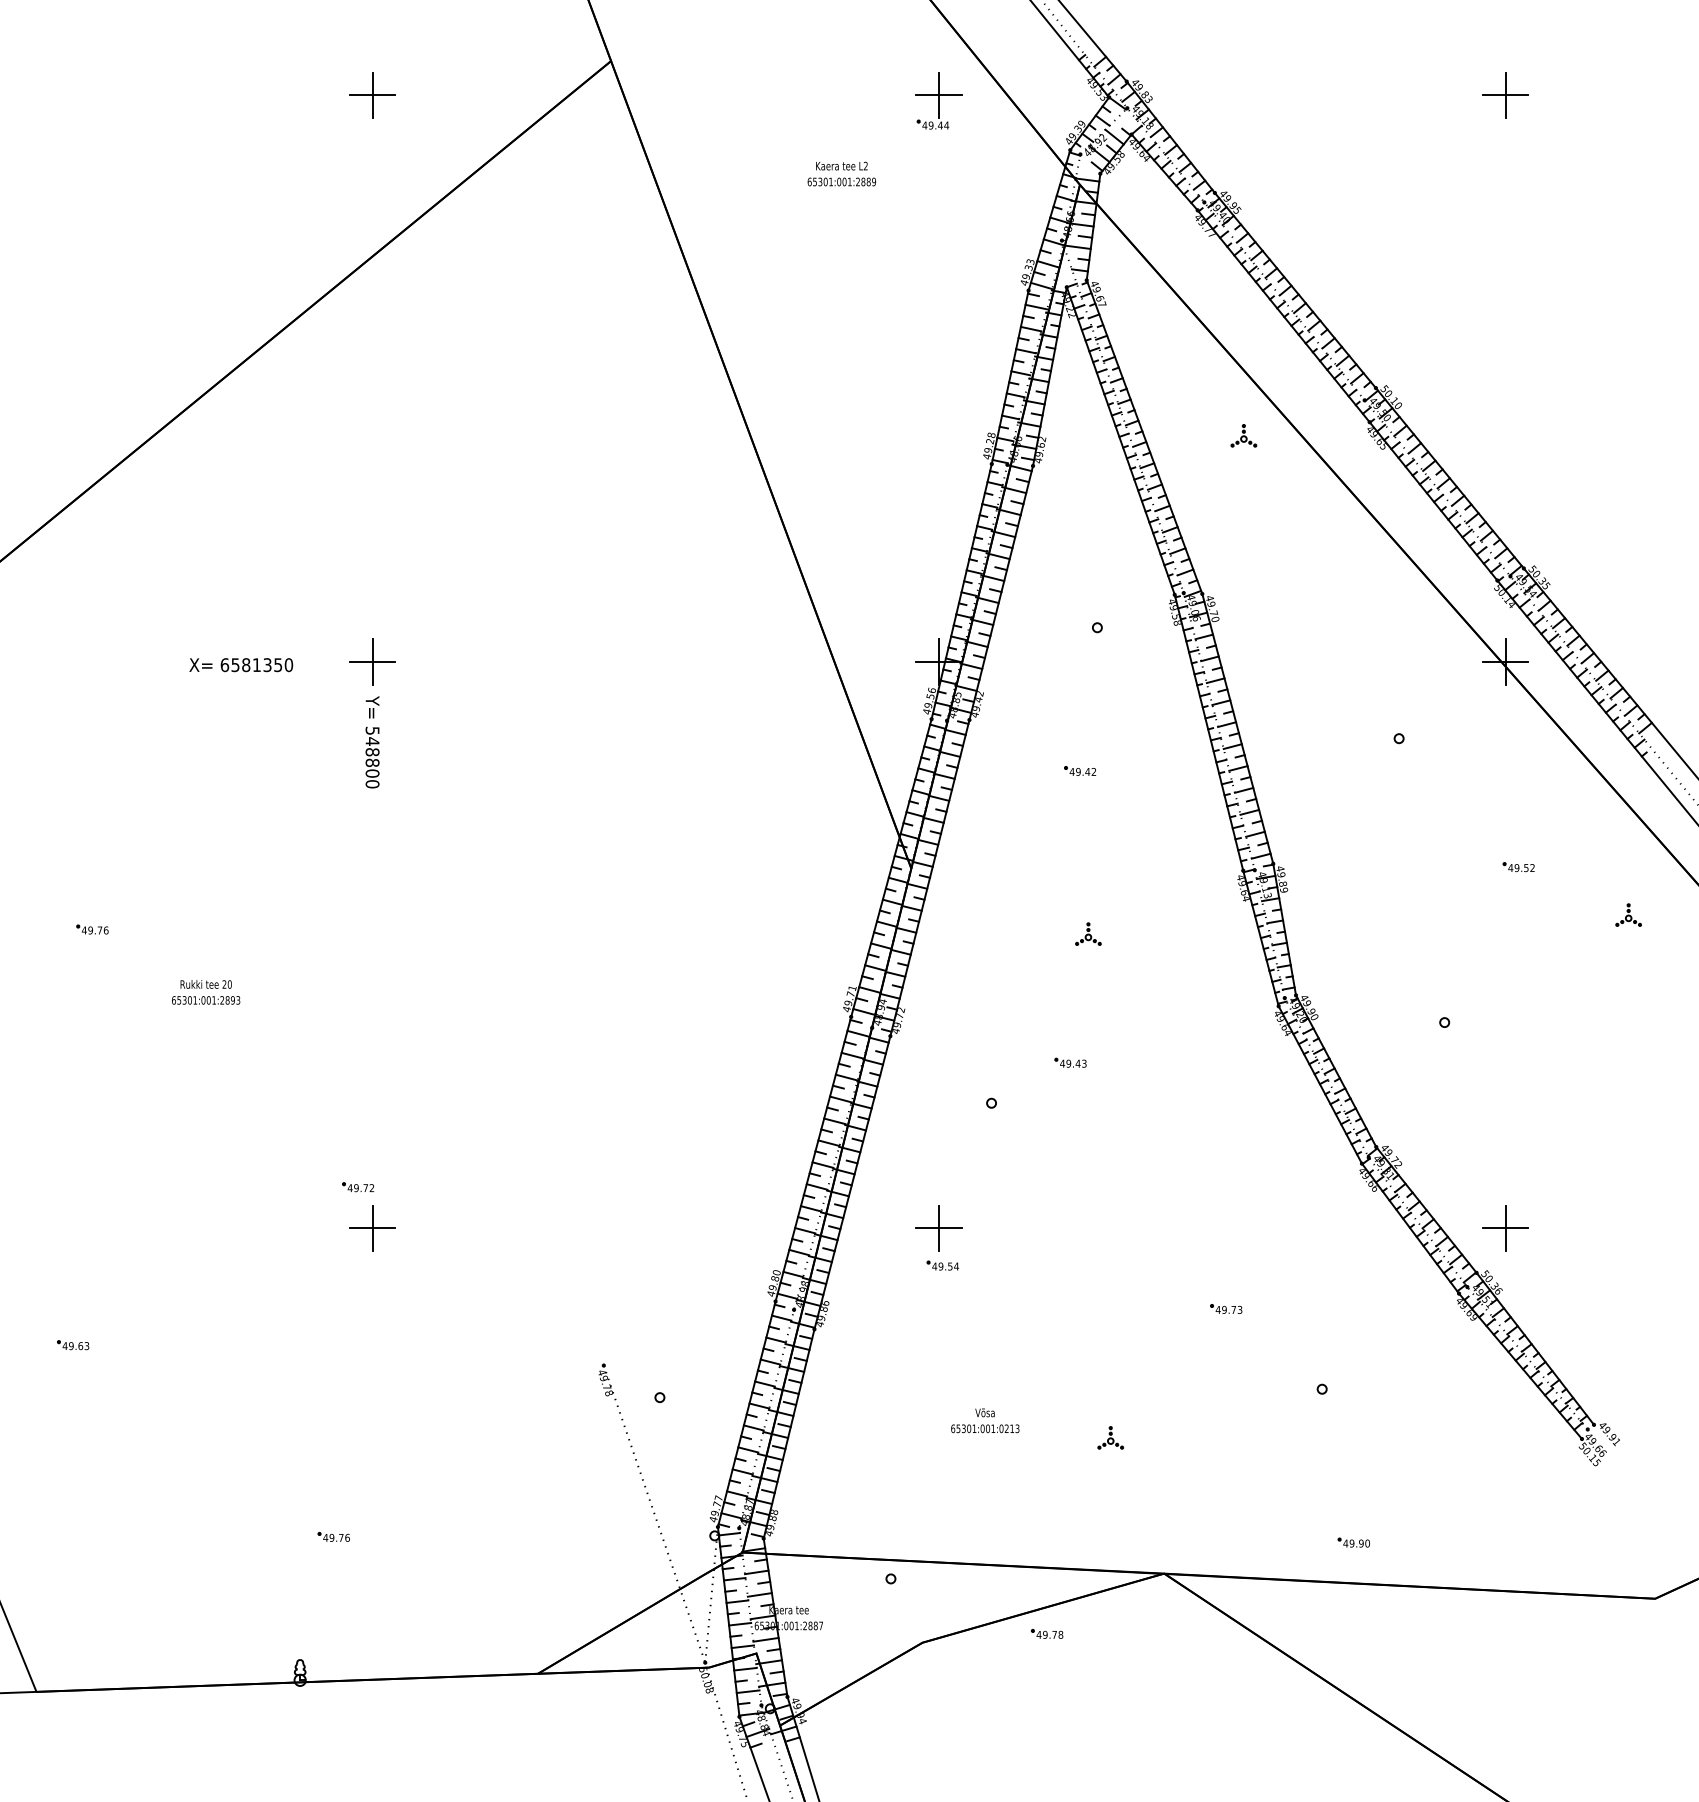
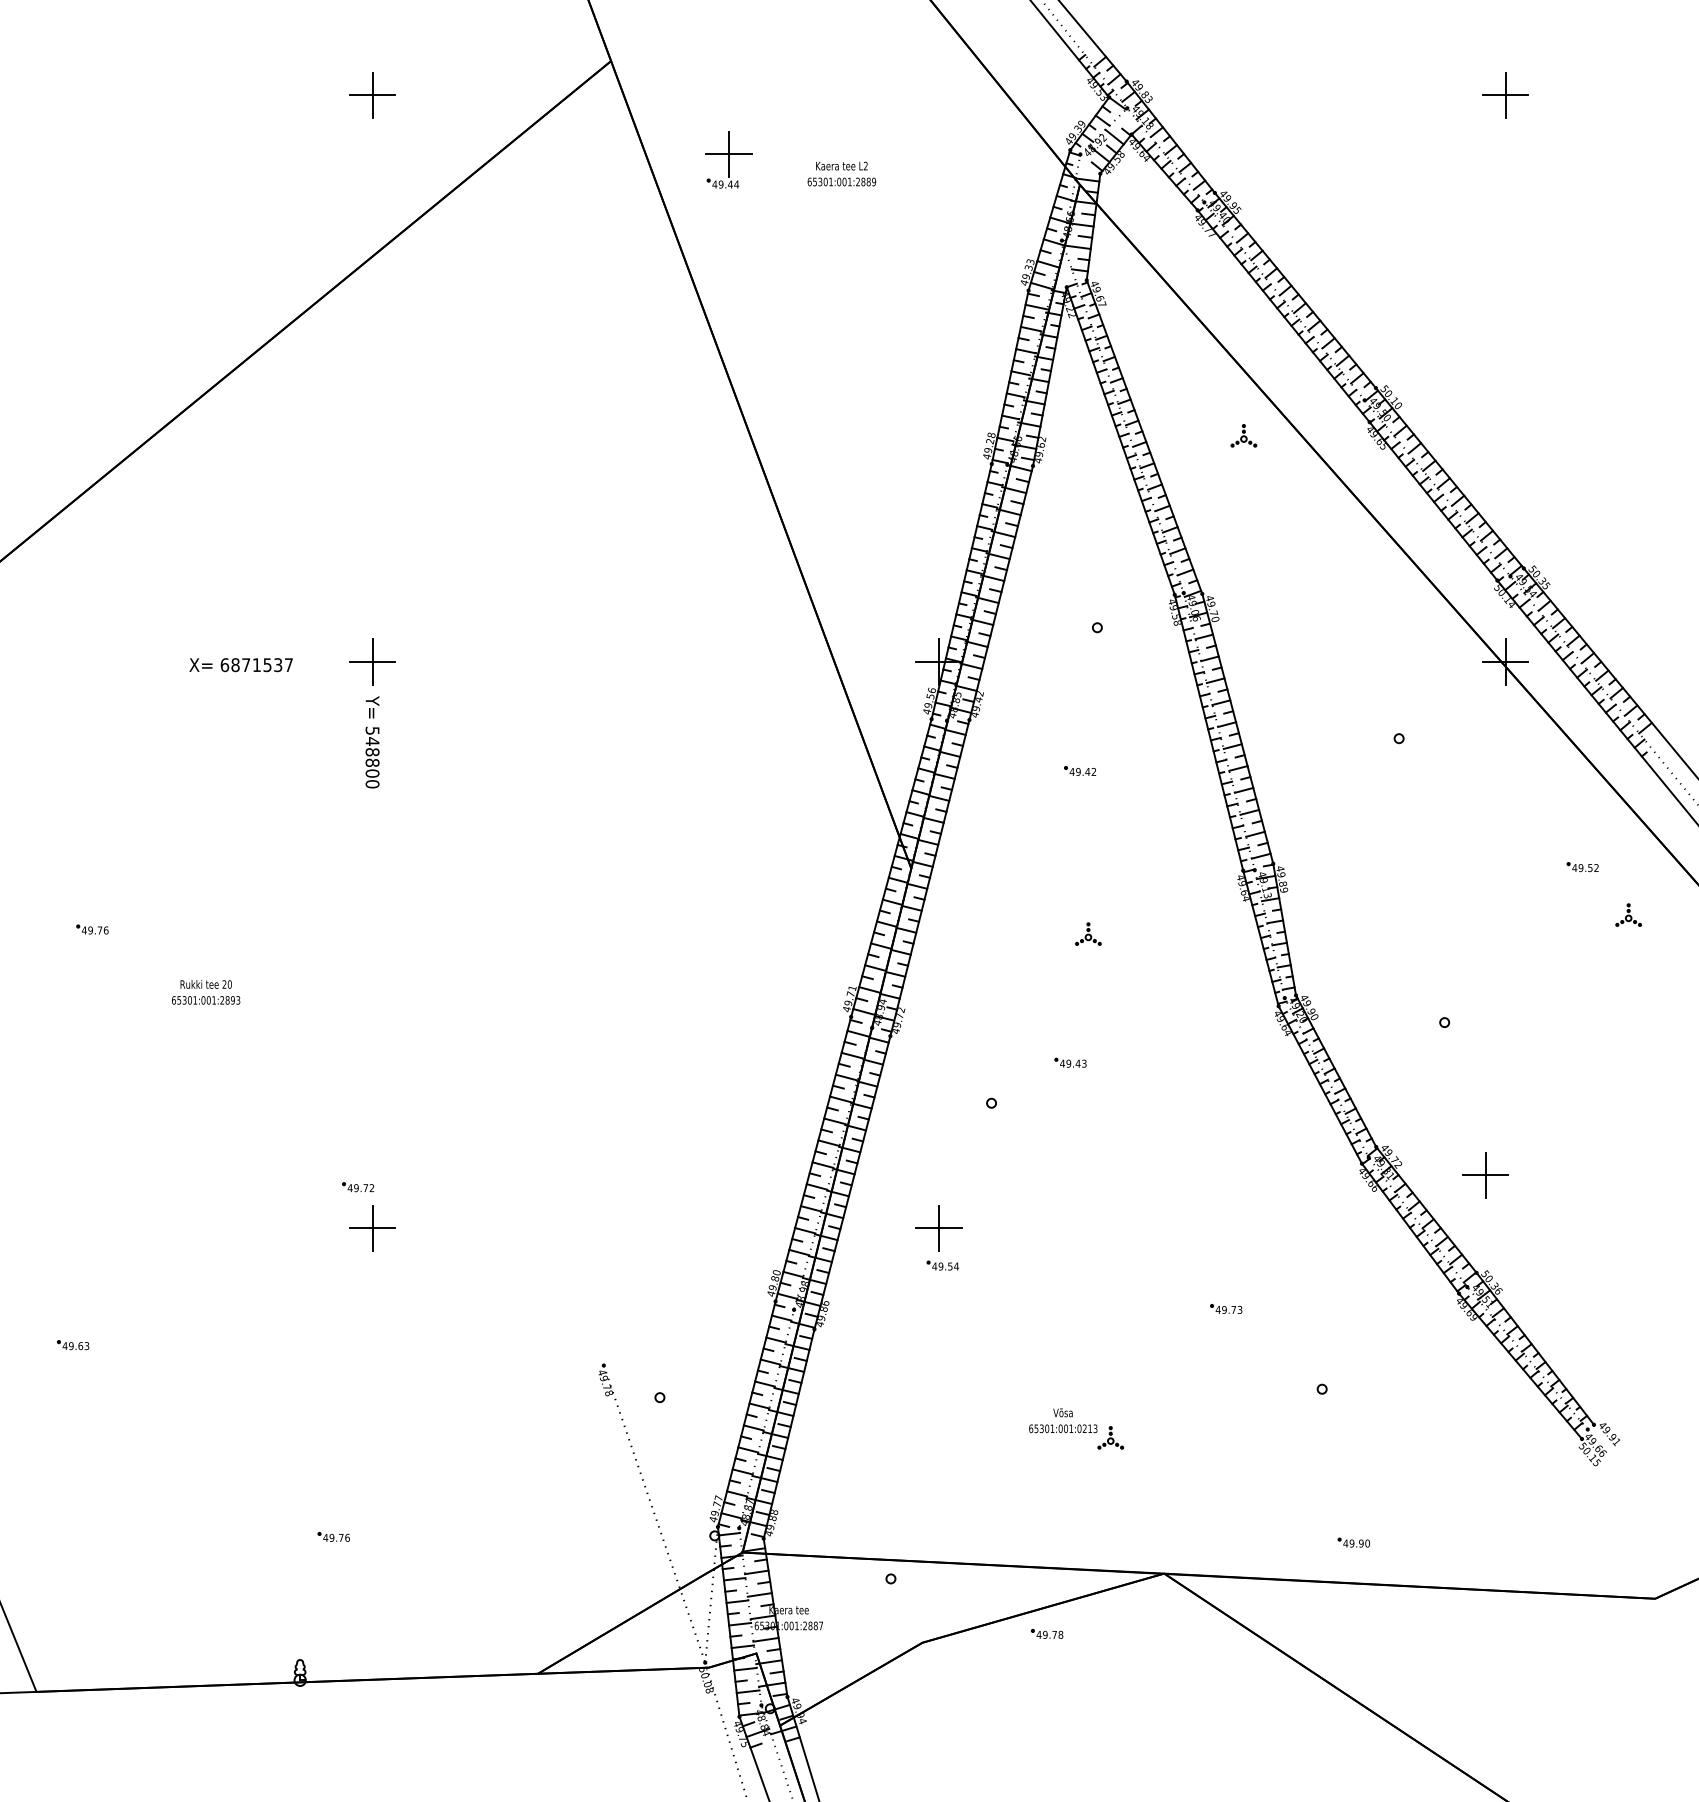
part at (938, 100) position: (938, 100) -> (728, 159)
text at (262, 665): 6581350 -> 6871537
part at (1518, 867) position: (1518, 867) -> (1582, 867)
part at (1505, 1228) position: (1505, 1228) -> (1485, 1175)
text at (985, 1420) position: (985, 1420) -> (1063, 1420)
